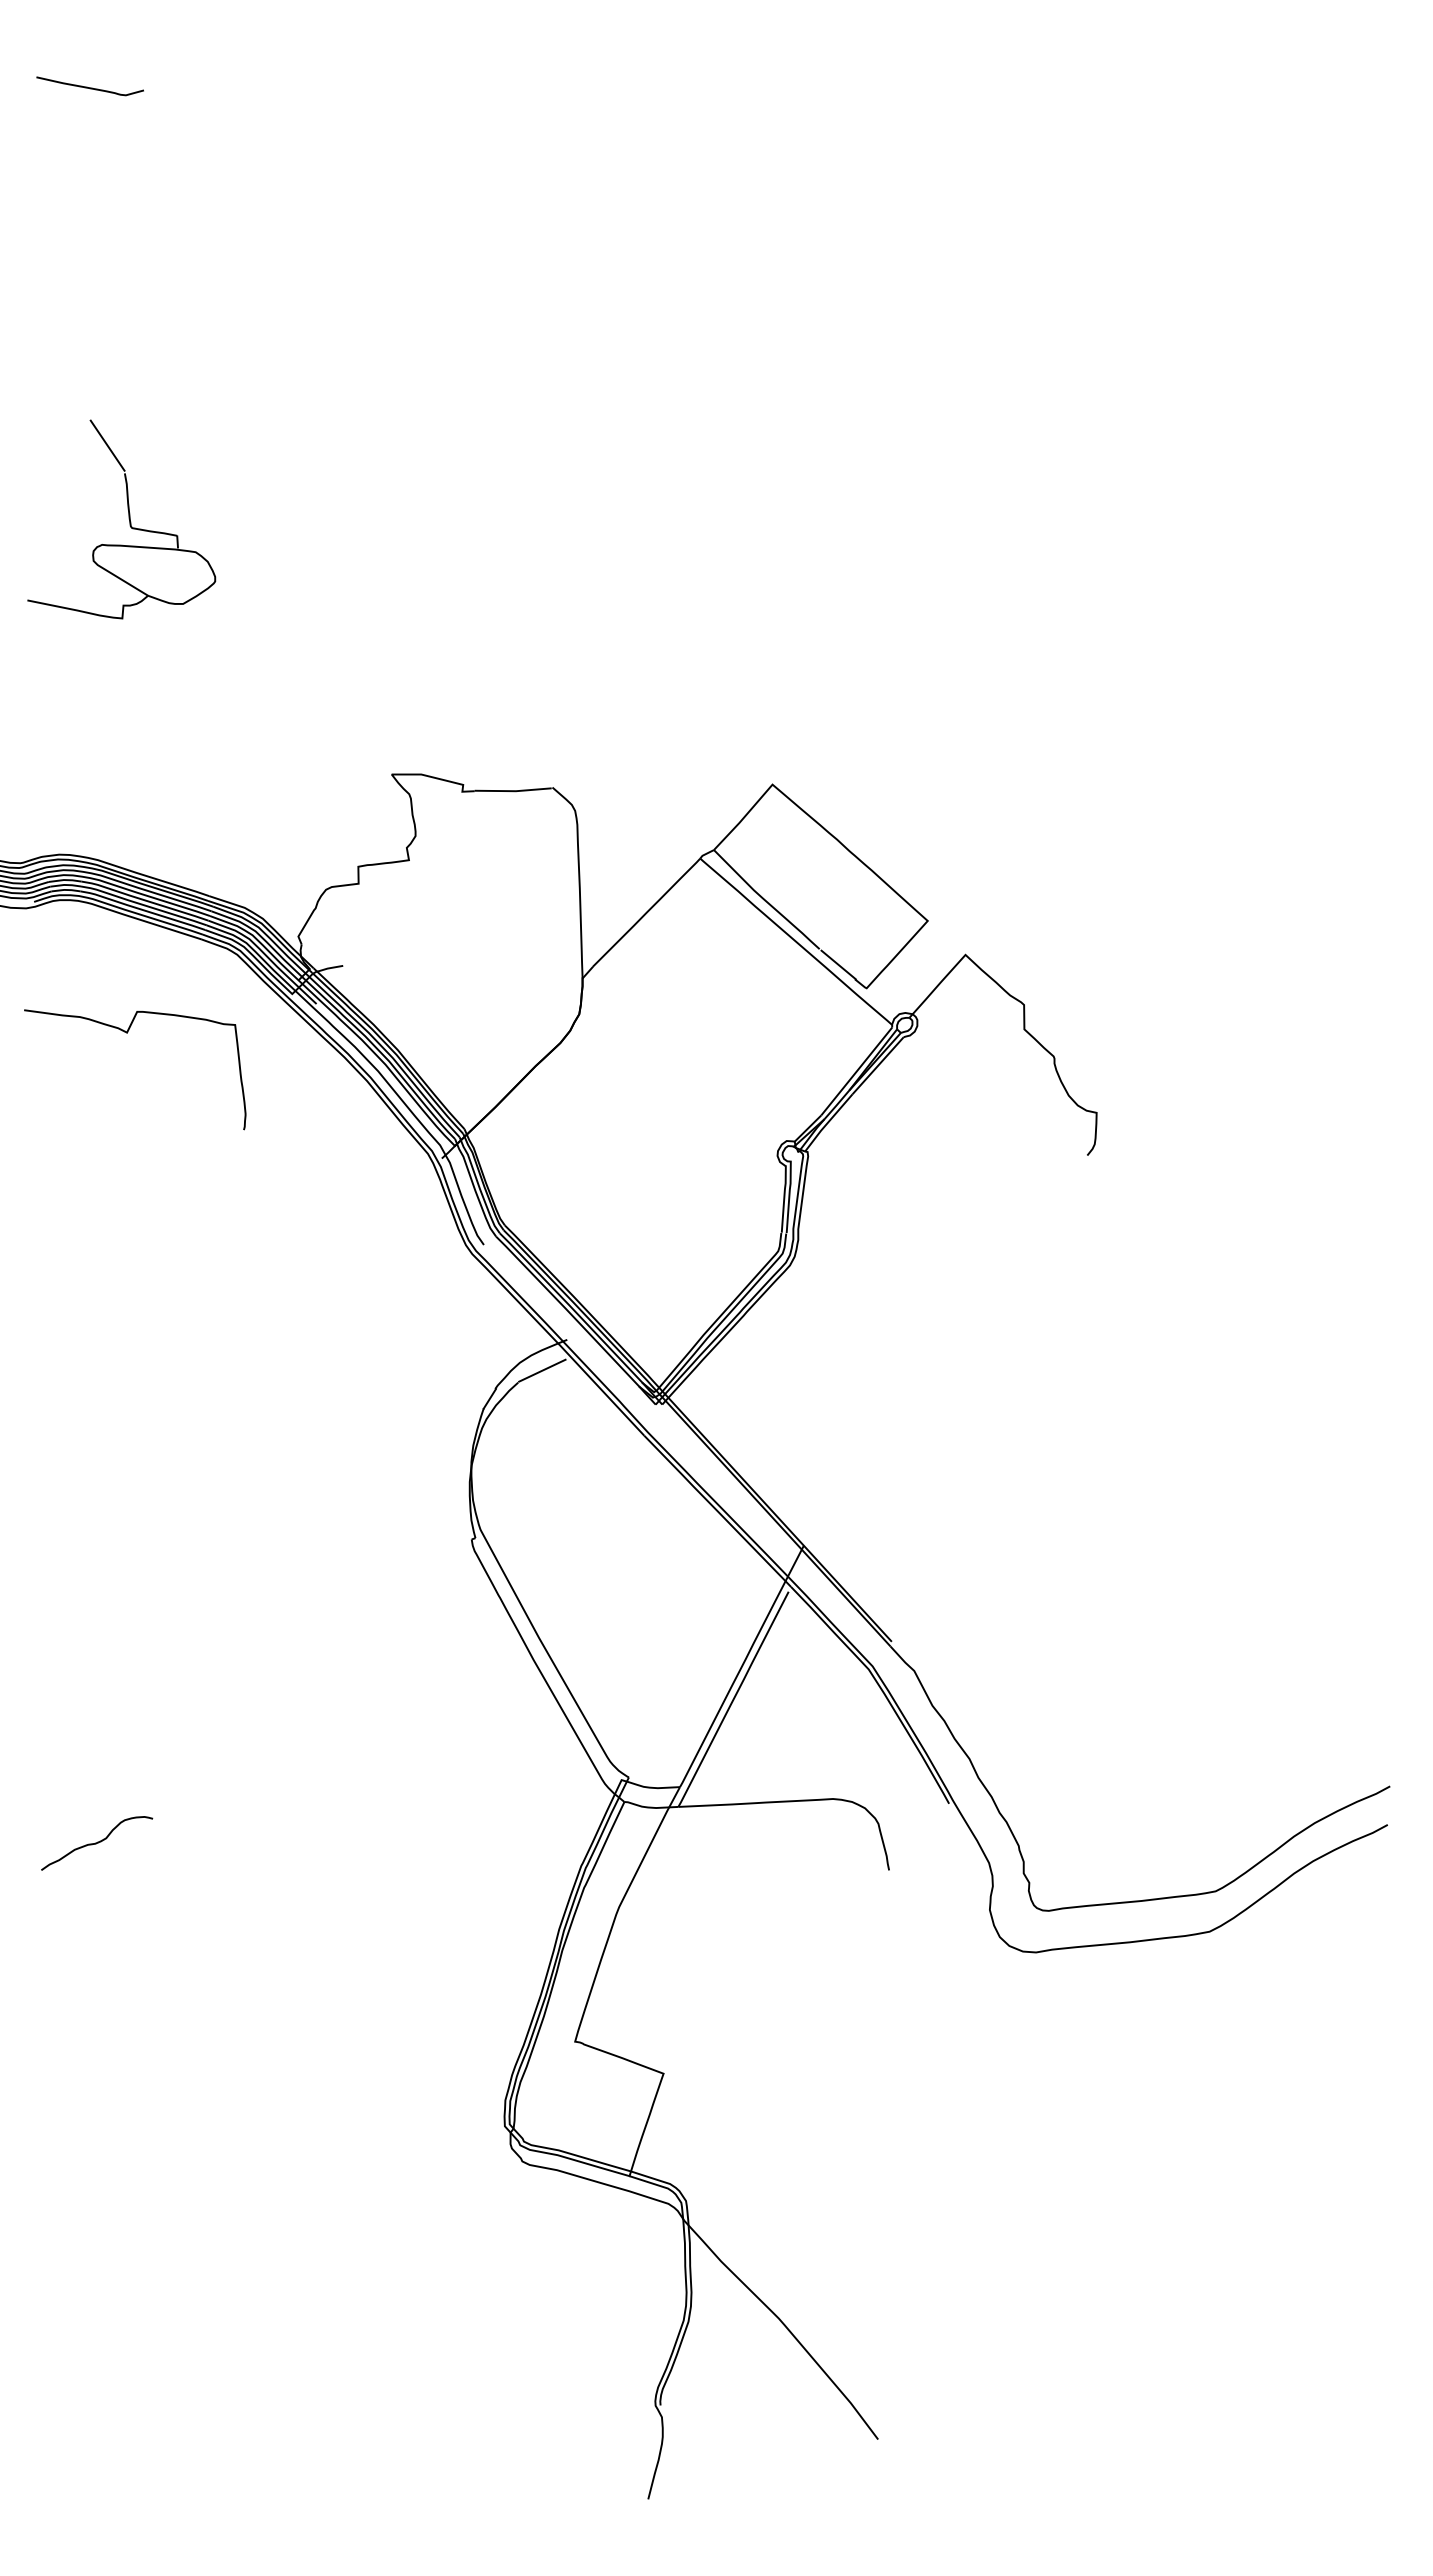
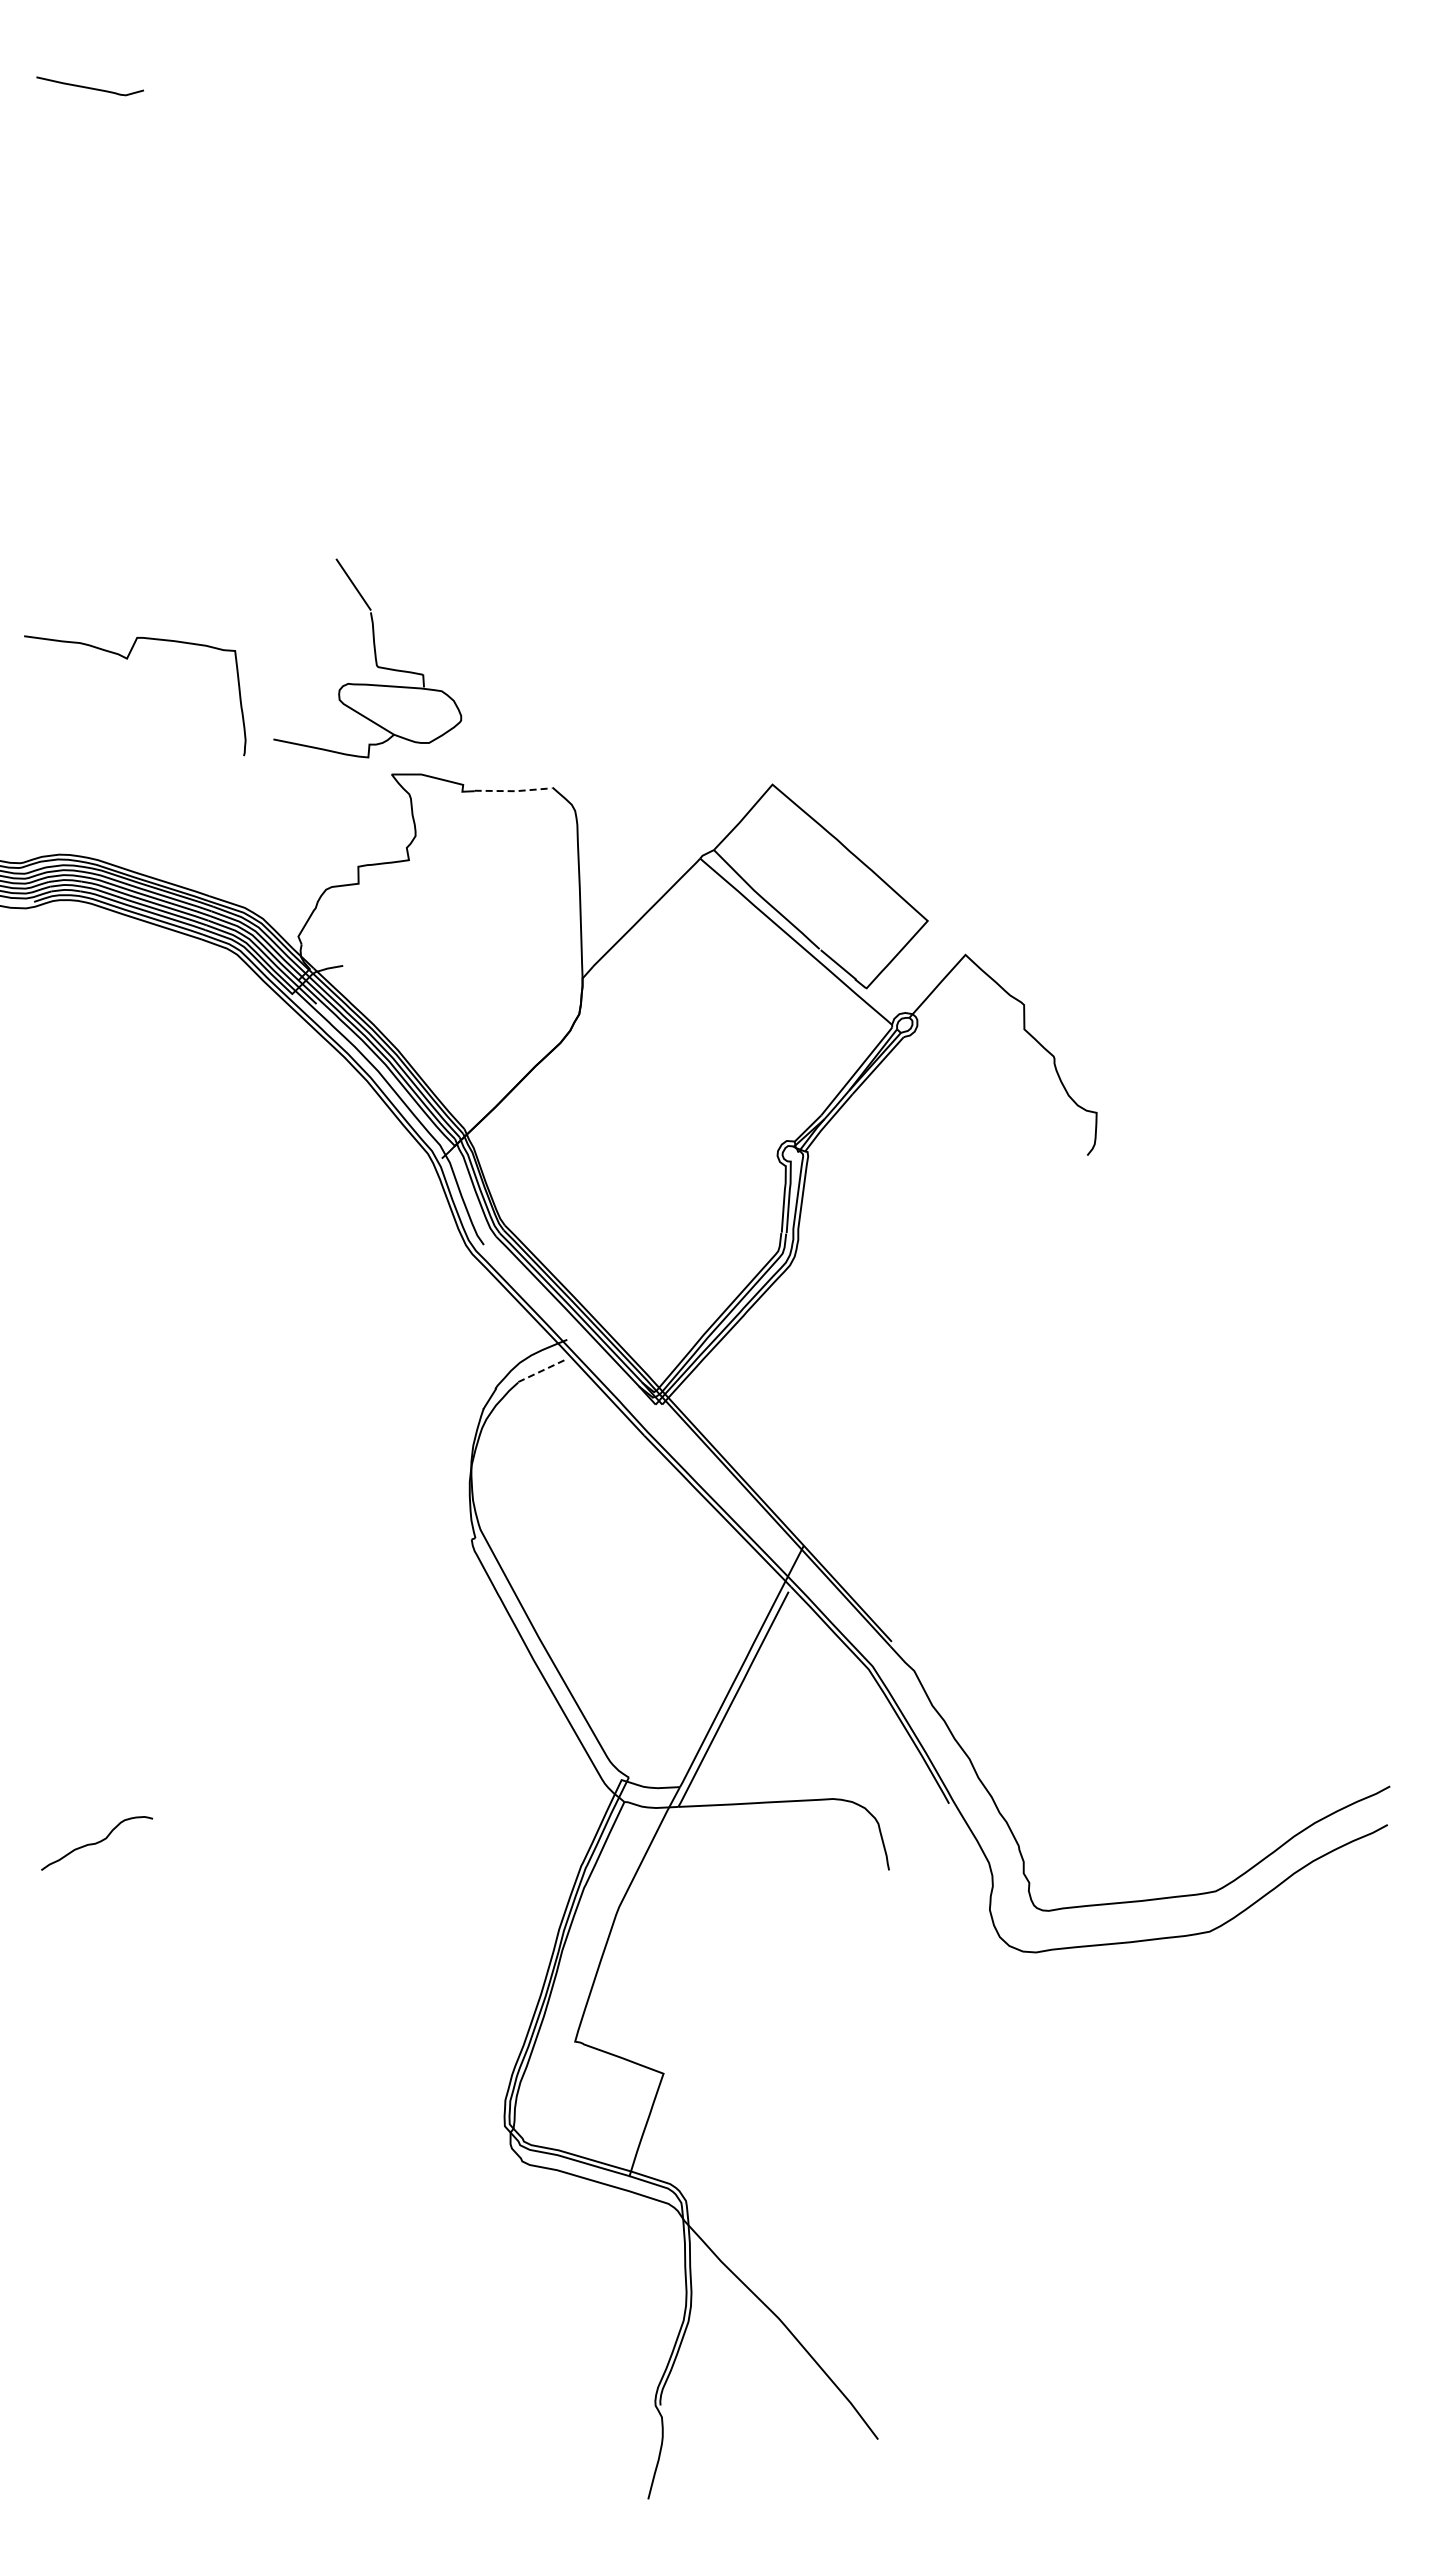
part at (128, 519) position: (128, 519) -> (374, 658)
line at (514, 791): solid -> dashed
curve at (127, 1033) position: (127, 1033) -> (127, 659)
line at (542, 1370): solid -> dashed
